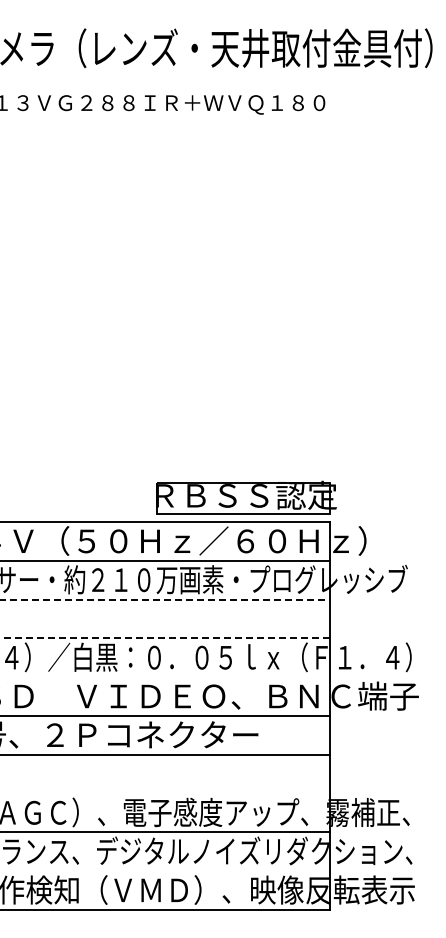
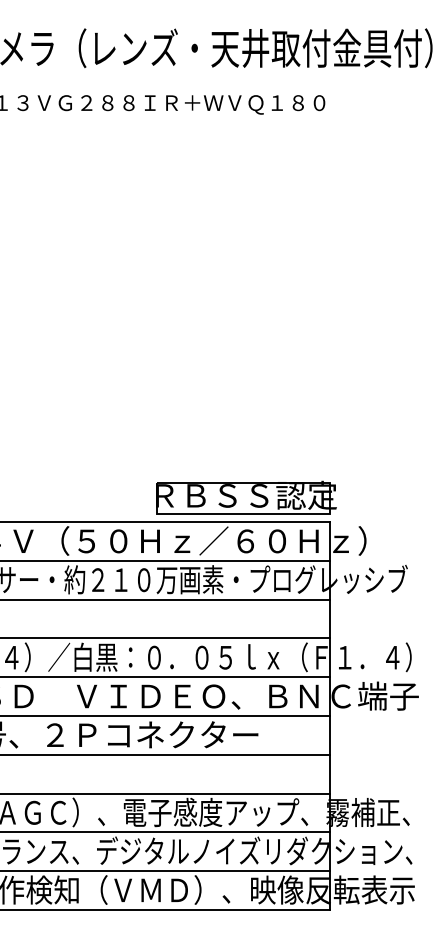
line at (165, 599): dashed -> solid
line at (165, 638): dashed -> solid
line at (166, 677): none -> present
line at (166, 793): none -> present
line at (166, 871): none -> present
